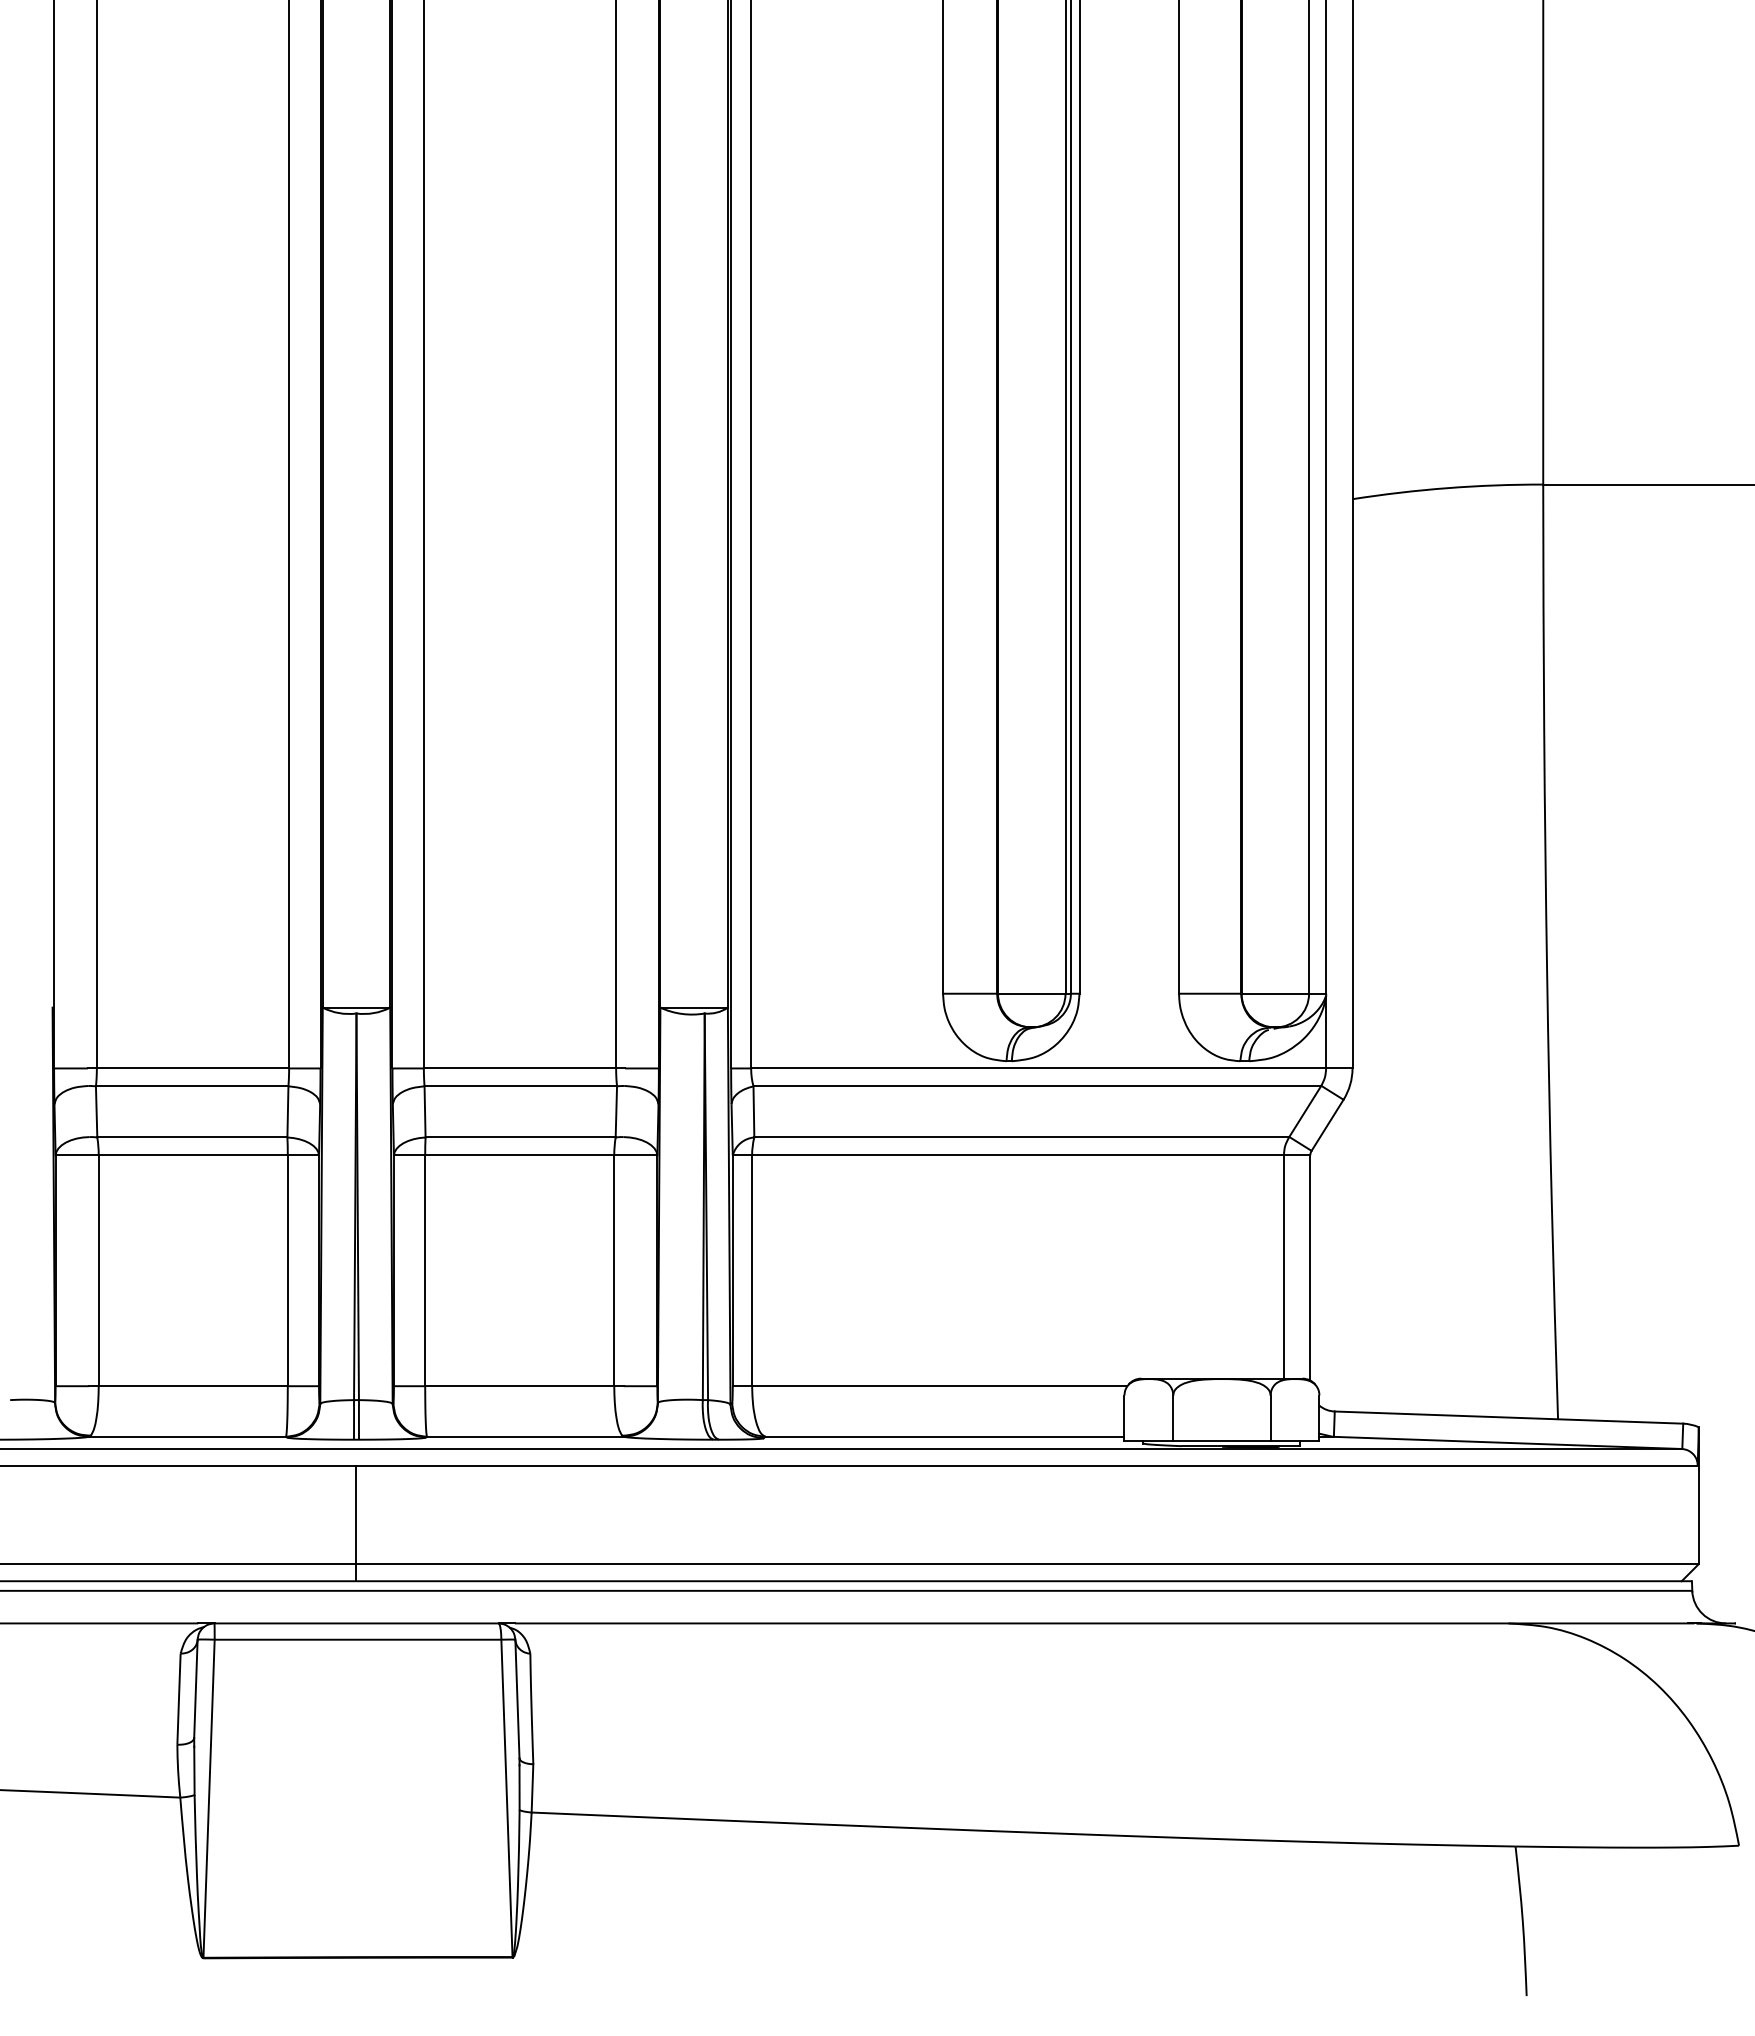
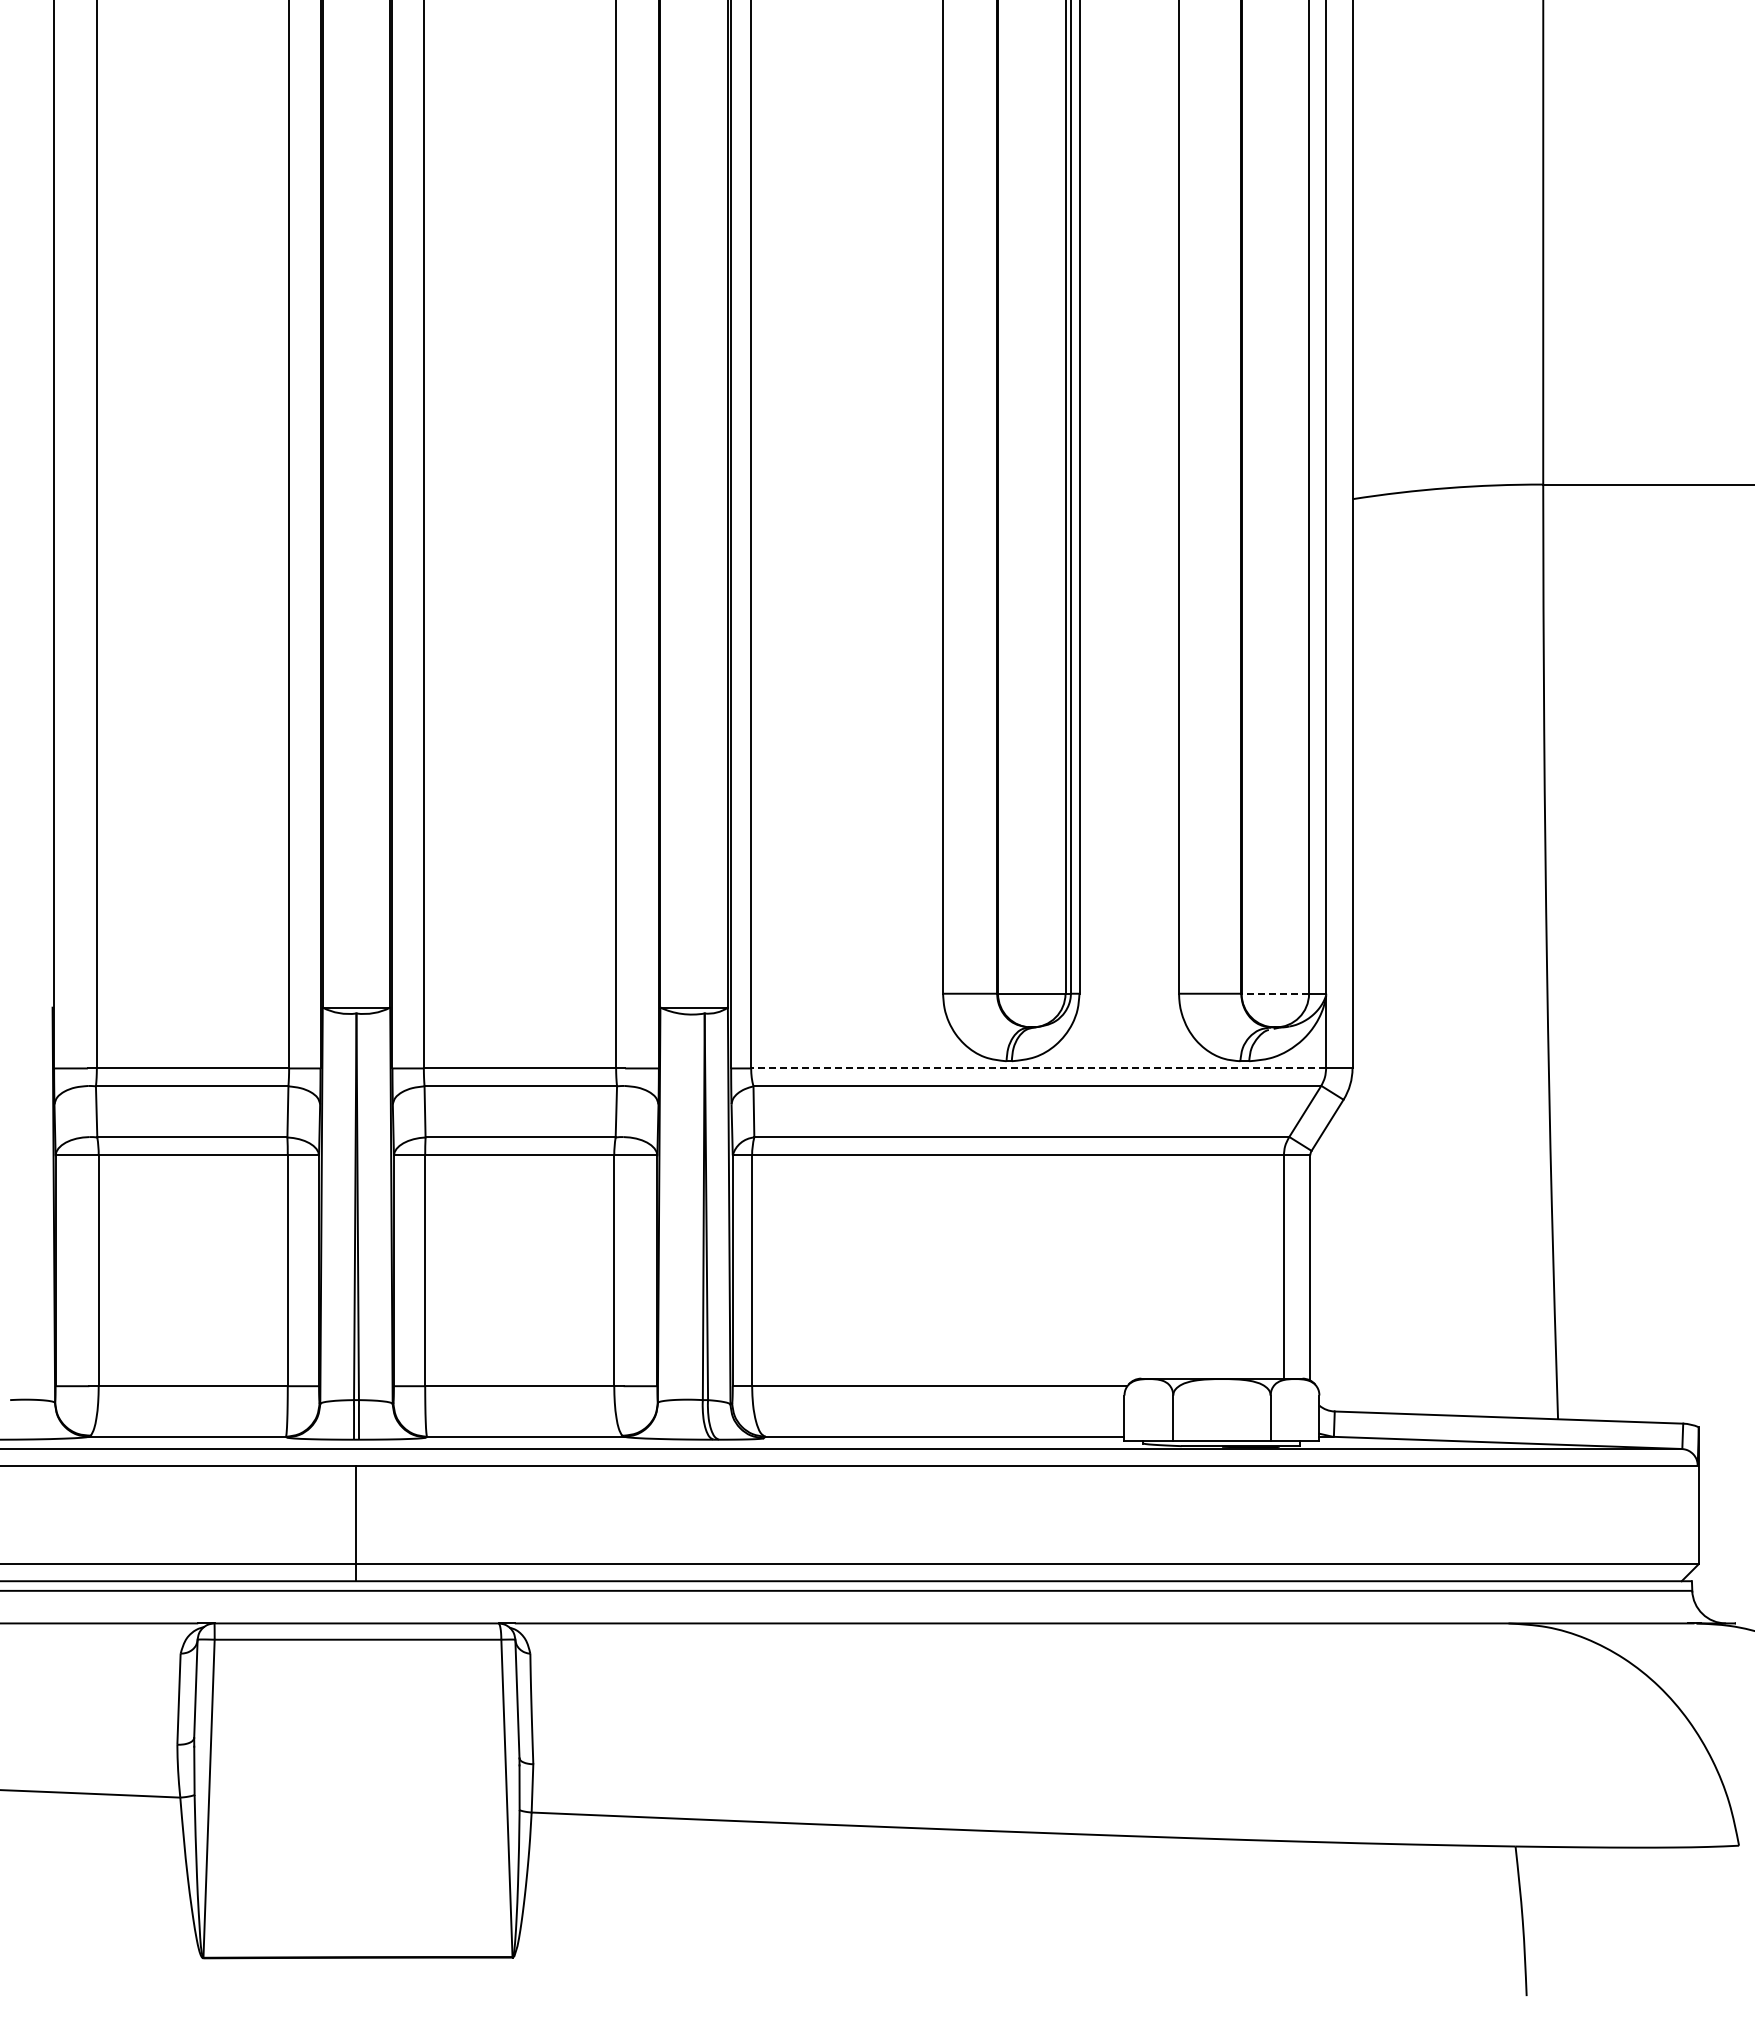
line at (1275, 993): solid -> dashed
line at (1038, 1068): solid -> dashed
